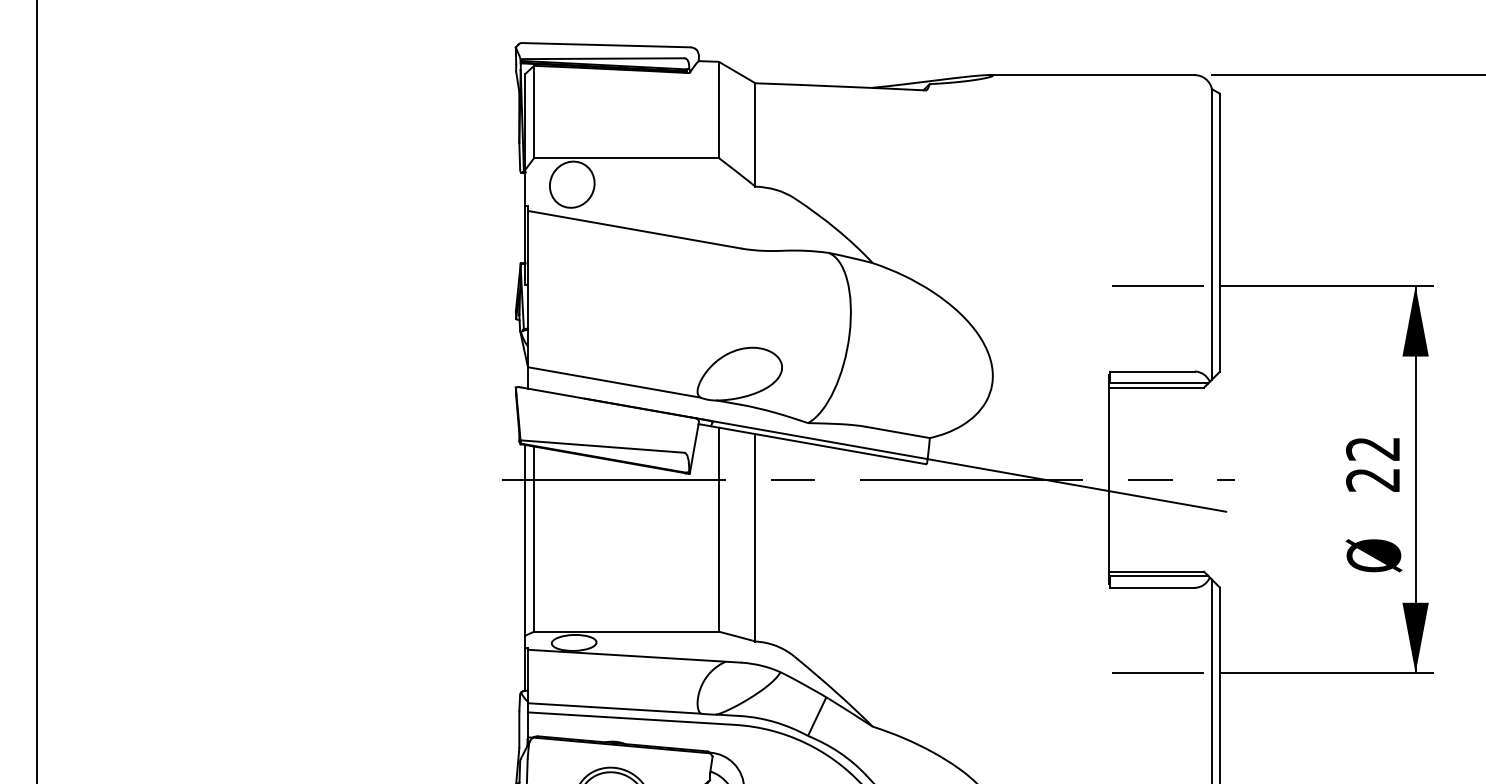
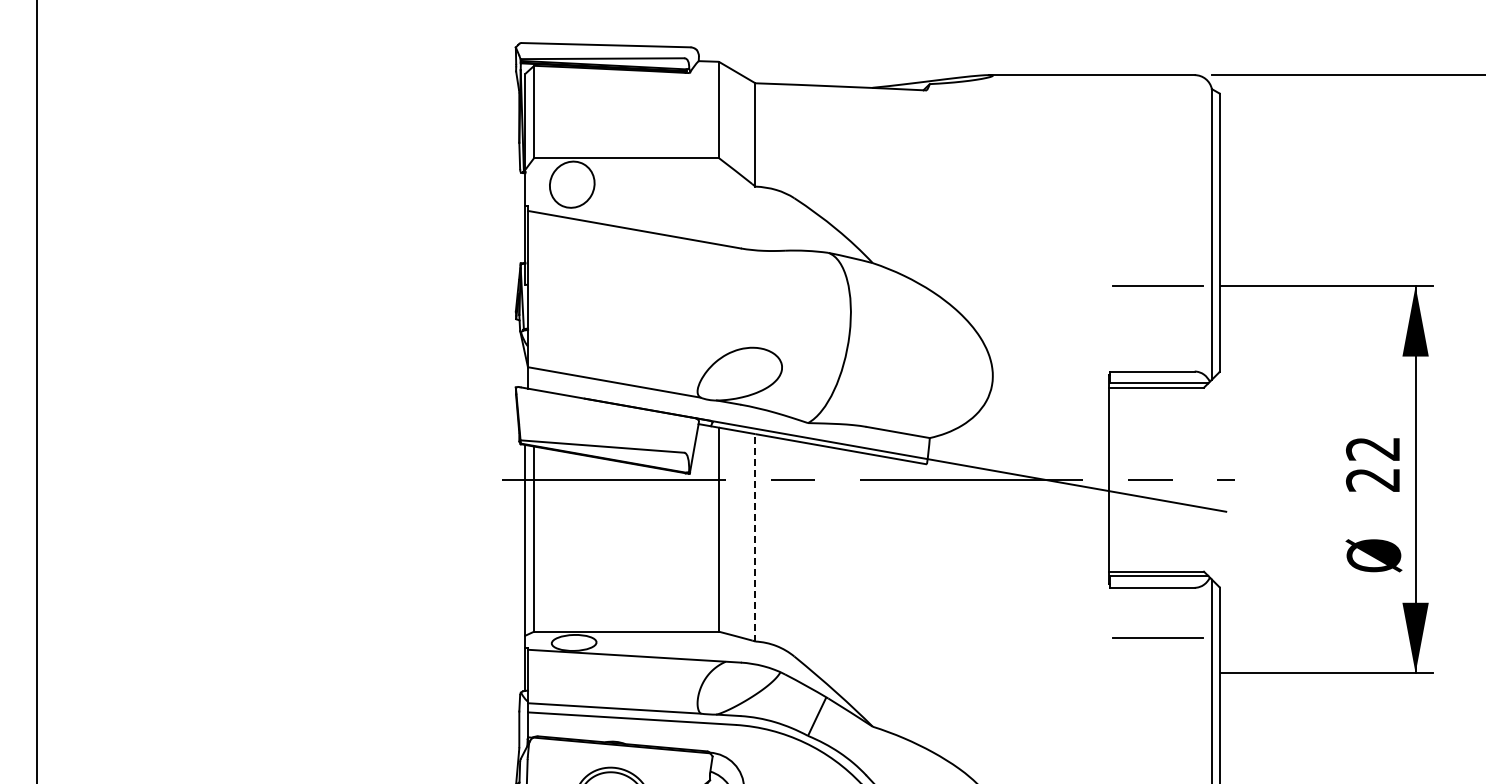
line at (755, 537): solid -> dashed
line at (1157, 672) position: (1157, 672) -> (1157, 637)
